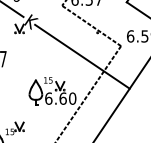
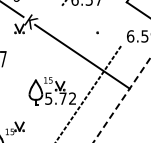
line at (91, 25): present -> none
text at (60, 98): 6.60 -> 5.72
line at (122, 100): solid -> dashed
